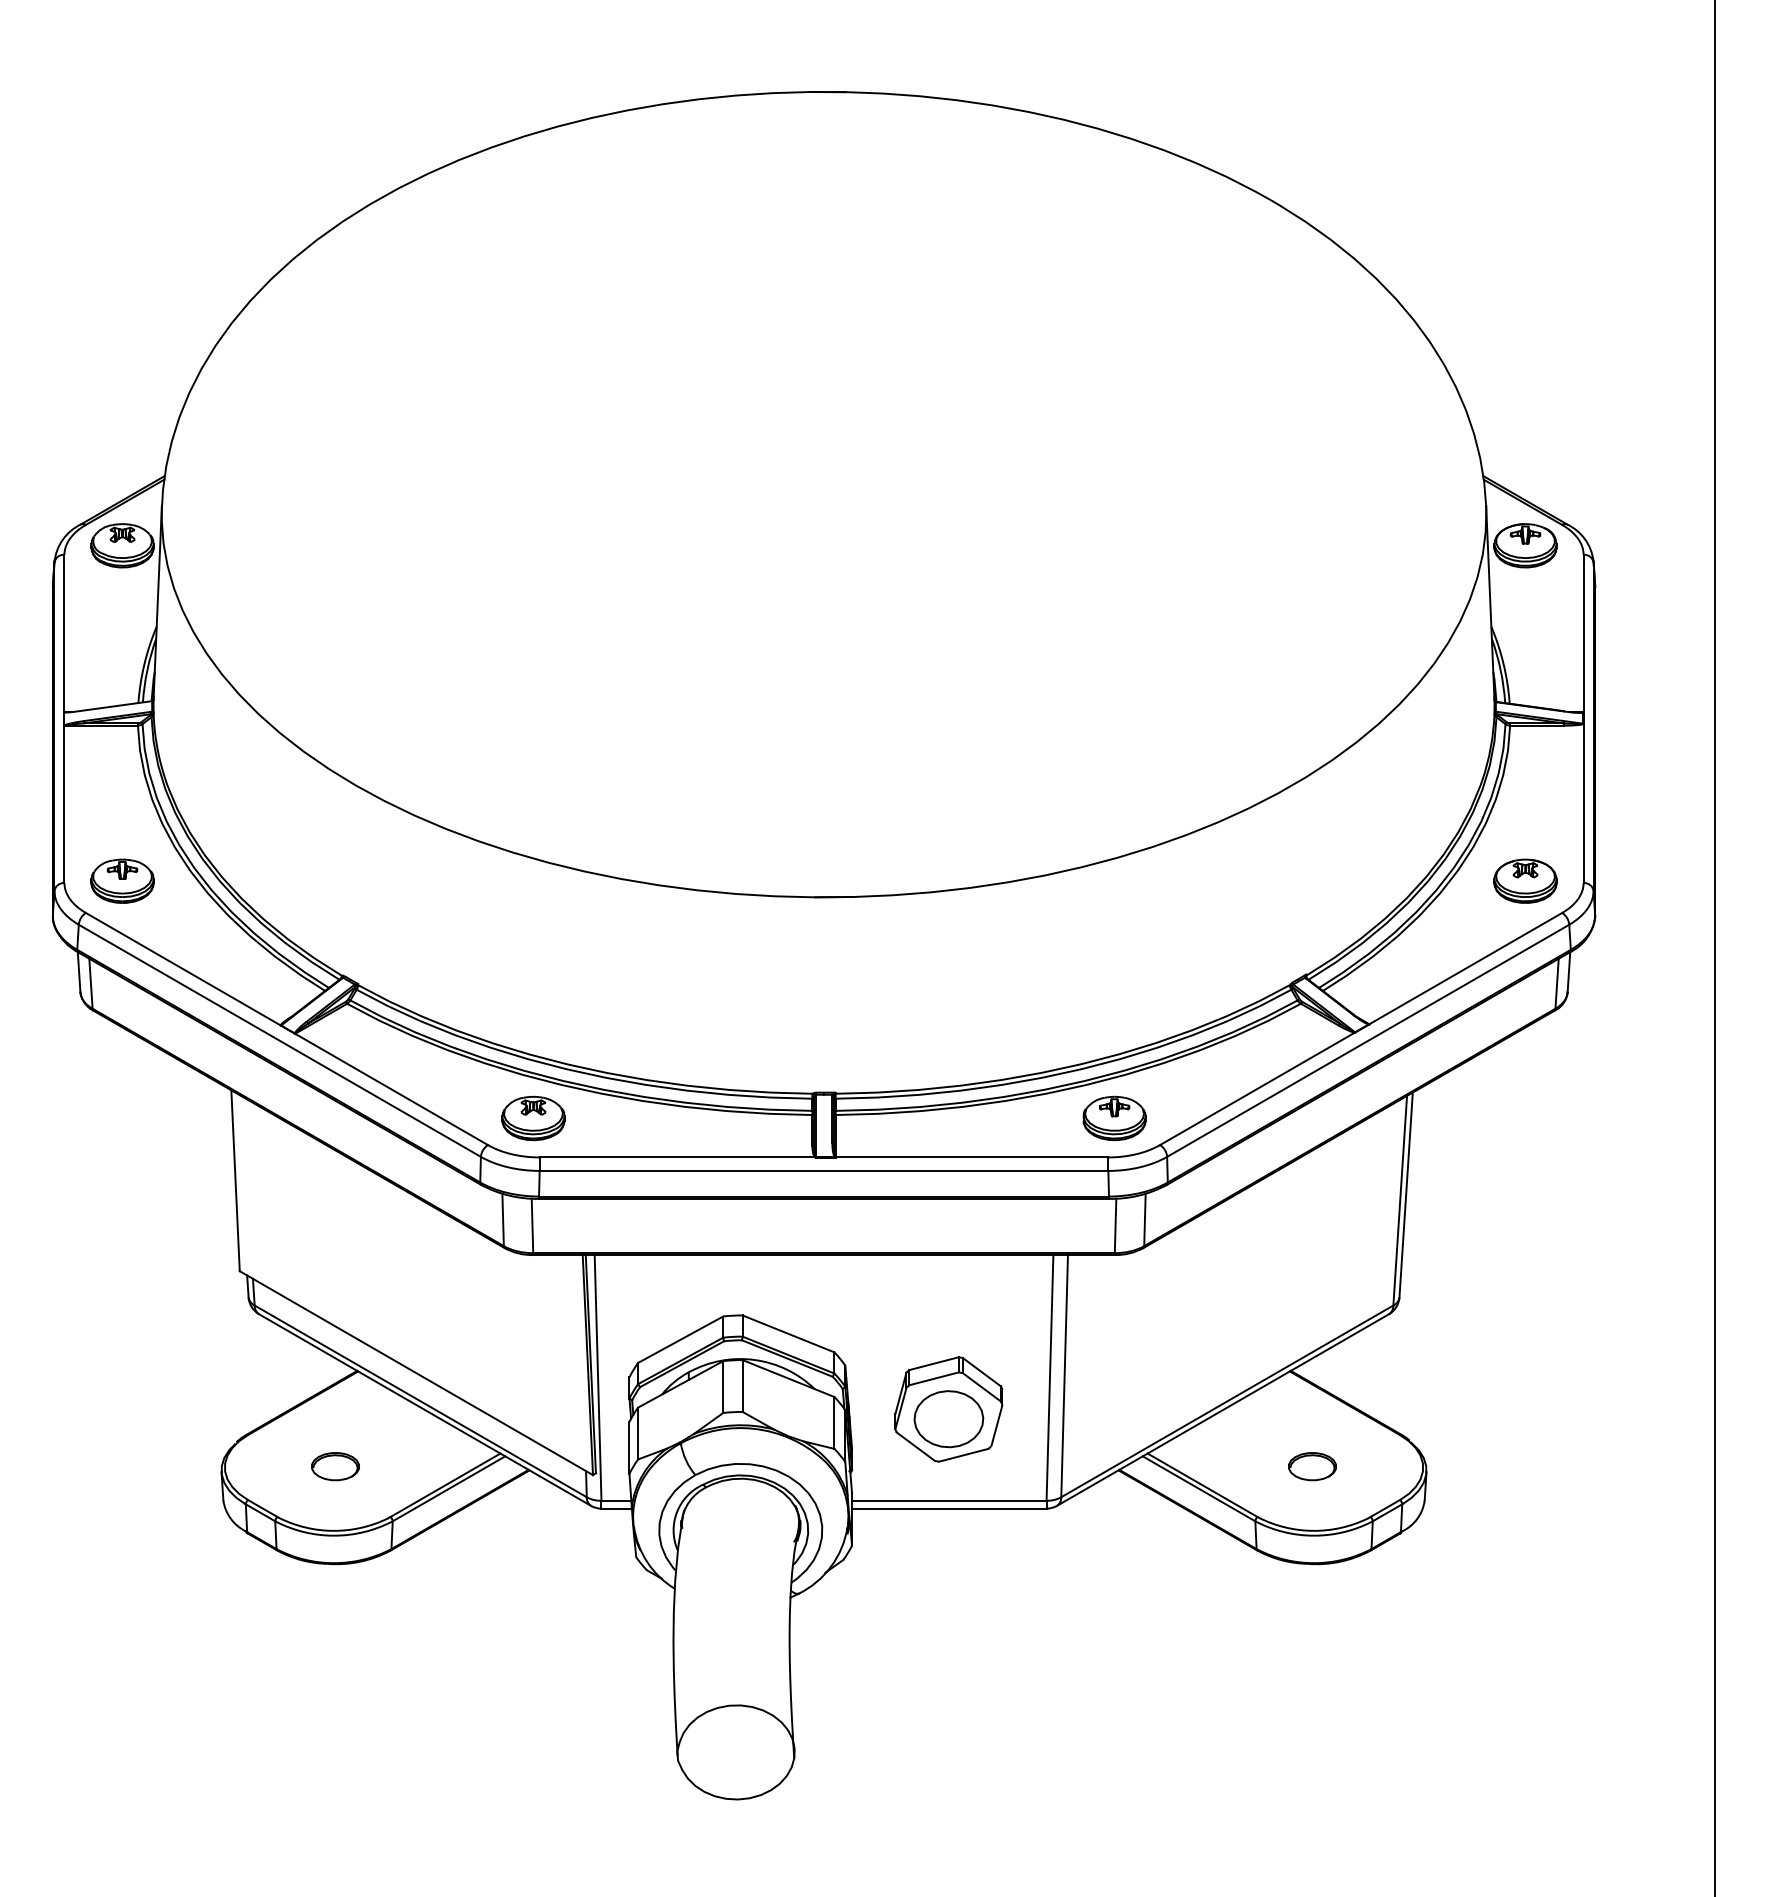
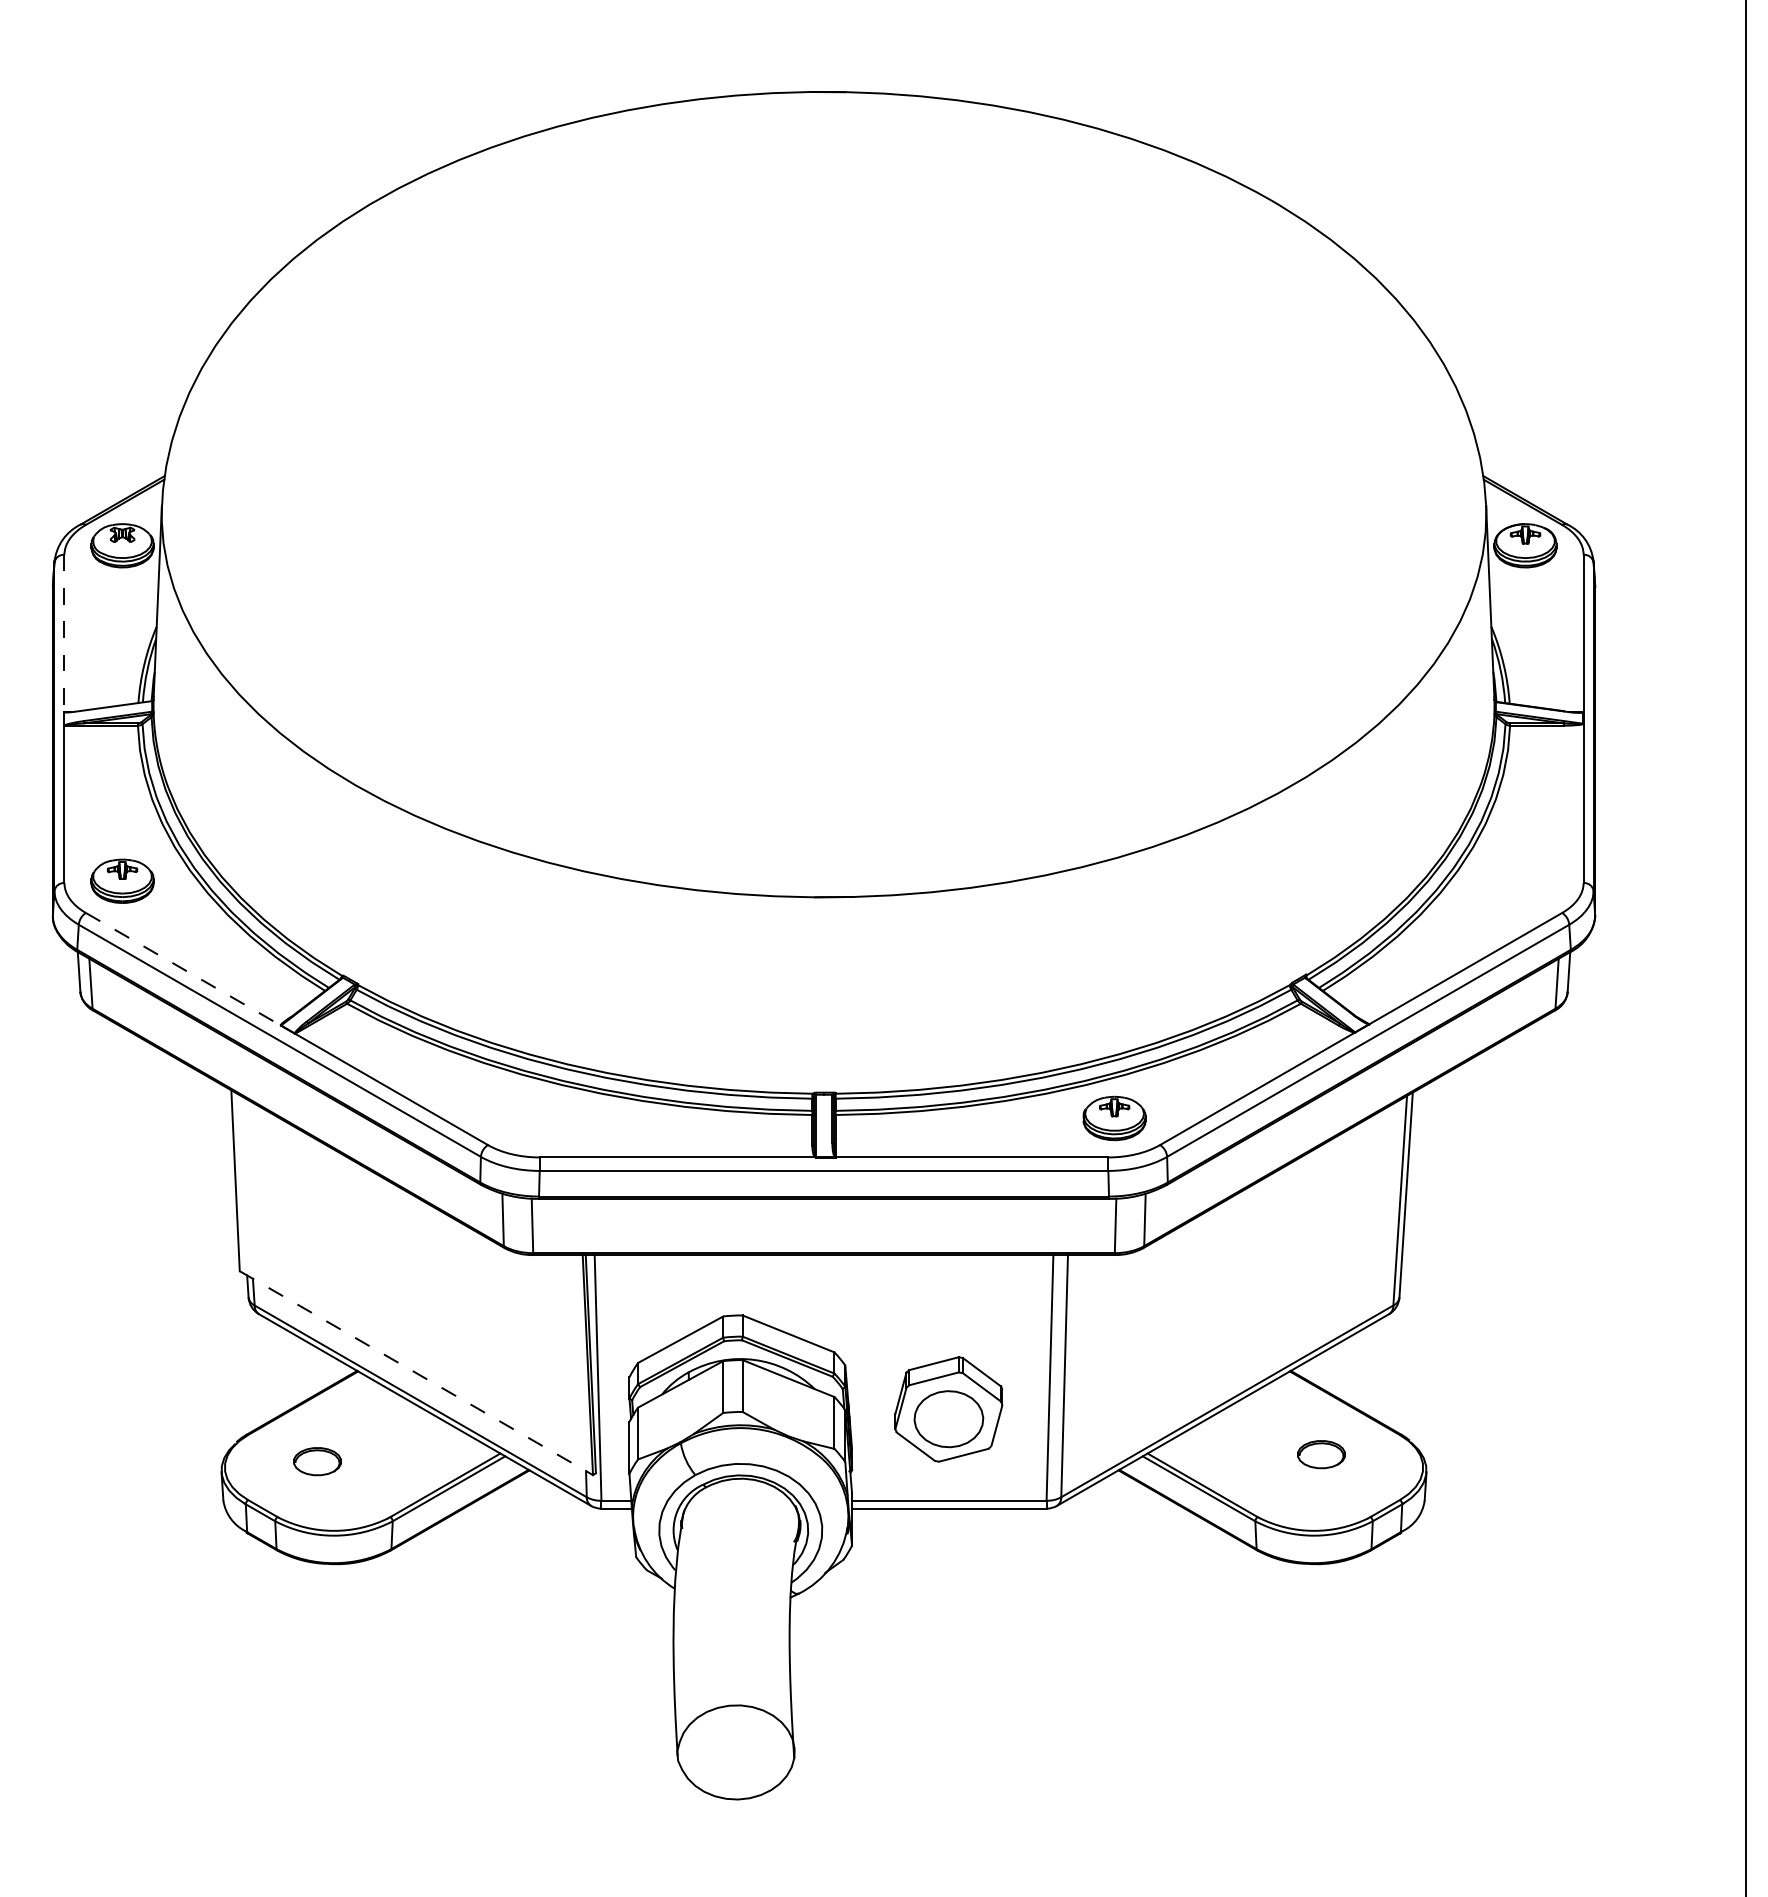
line at (64, 633): solid -> dashed
part at (1525, 880): present -> none
line at (1715, 947) position: (1715, 947) -> (1746, 947)
line at (183, 969): solid -> dashed
part at (533, 1118): present -> none
line at (416, 1373): solid -> dashed
part at (335, 1466) position: (335, 1466) -> (317, 1461)
part at (1312, 1466) position: (1312, 1466) -> (1321, 1454)
